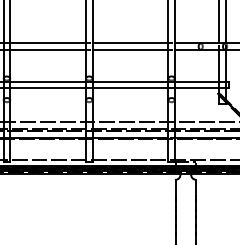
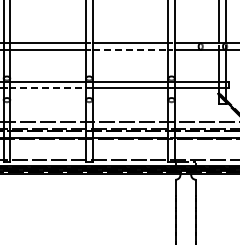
line at (130, 49): solid -> dashed
line at (48, 88): solid -> dashed
